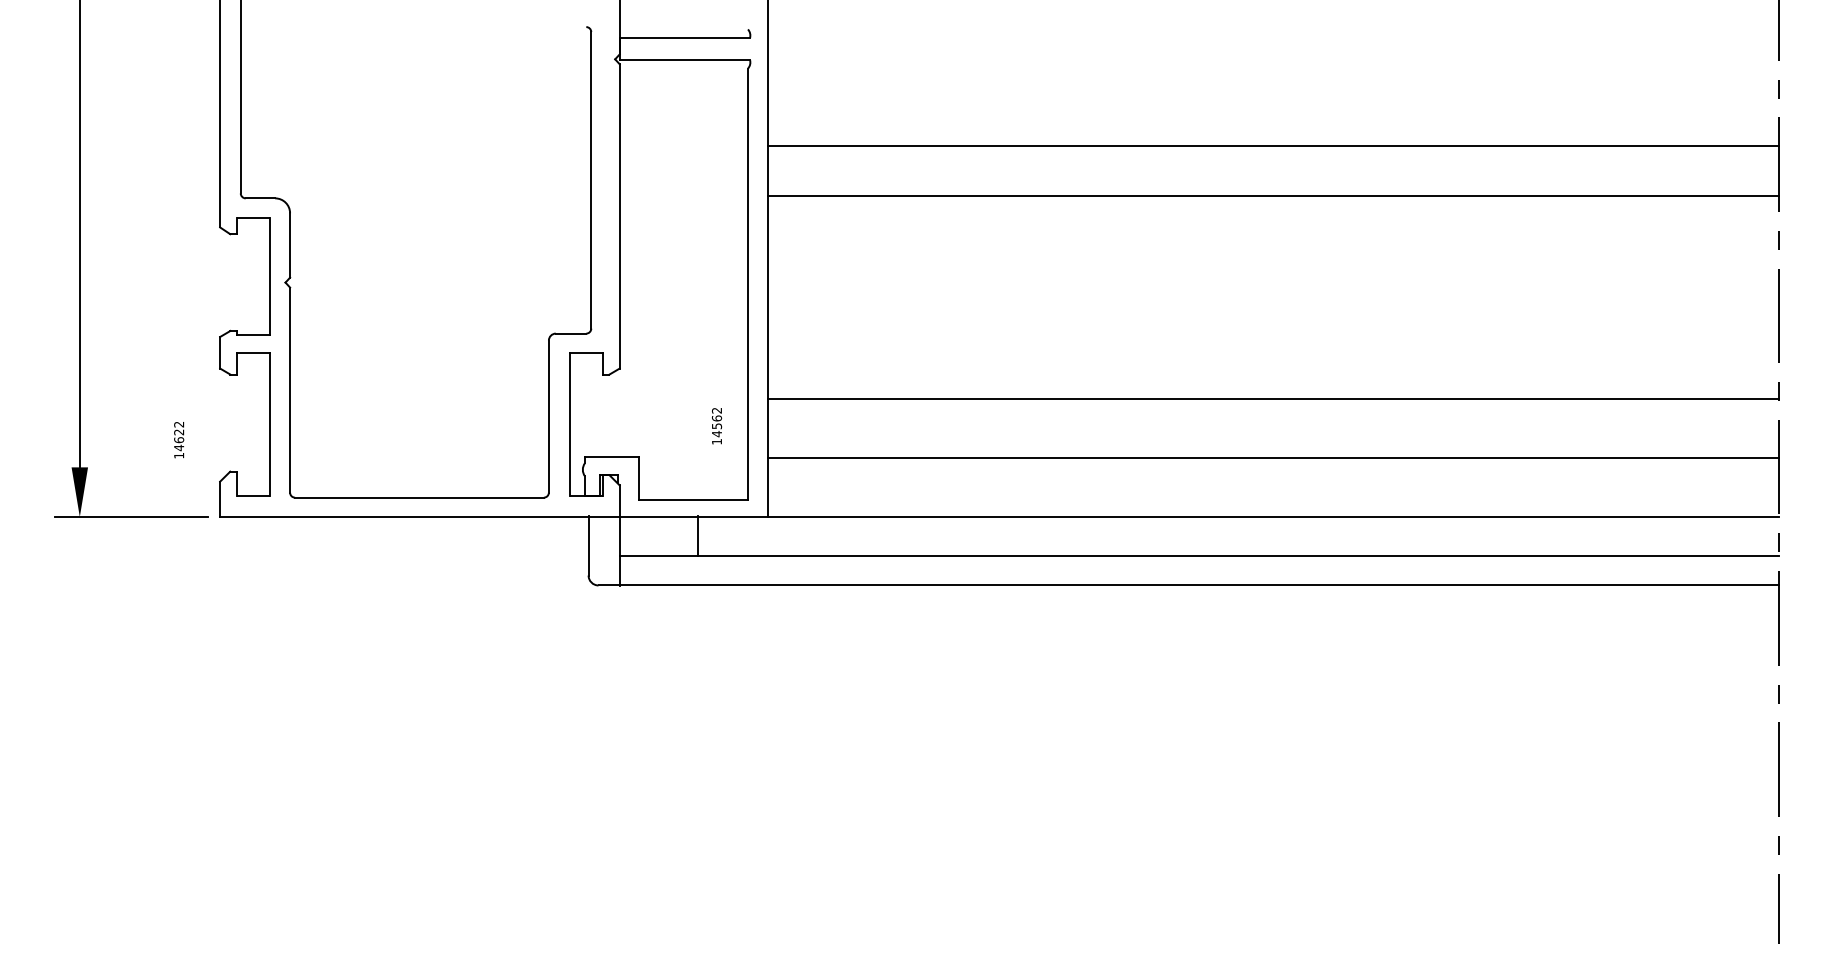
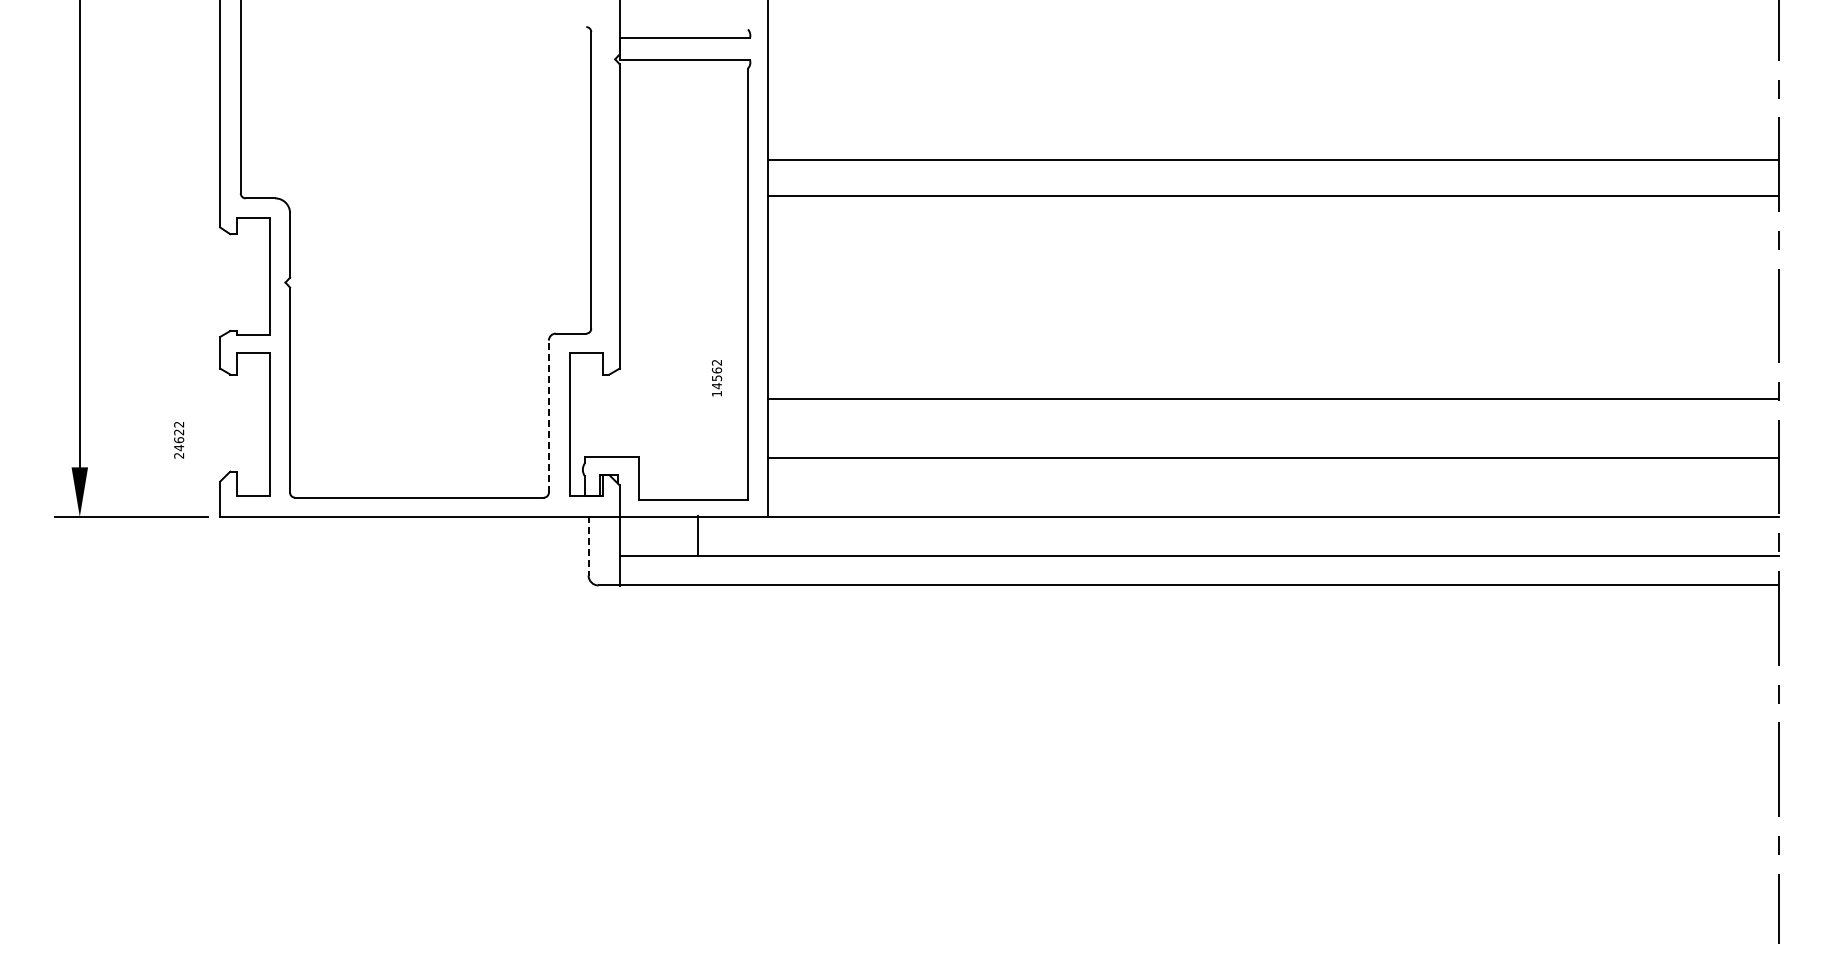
line at (1273, 145) position: (1273, 145) -> (1273, 159)
line at (548, 416): solid -> dashed
text at (717, 426) position: (717, 426) -> (717, 378)
text at (178, 455): 14622 -> 24622
line at (588, 545): solid -> dashed
